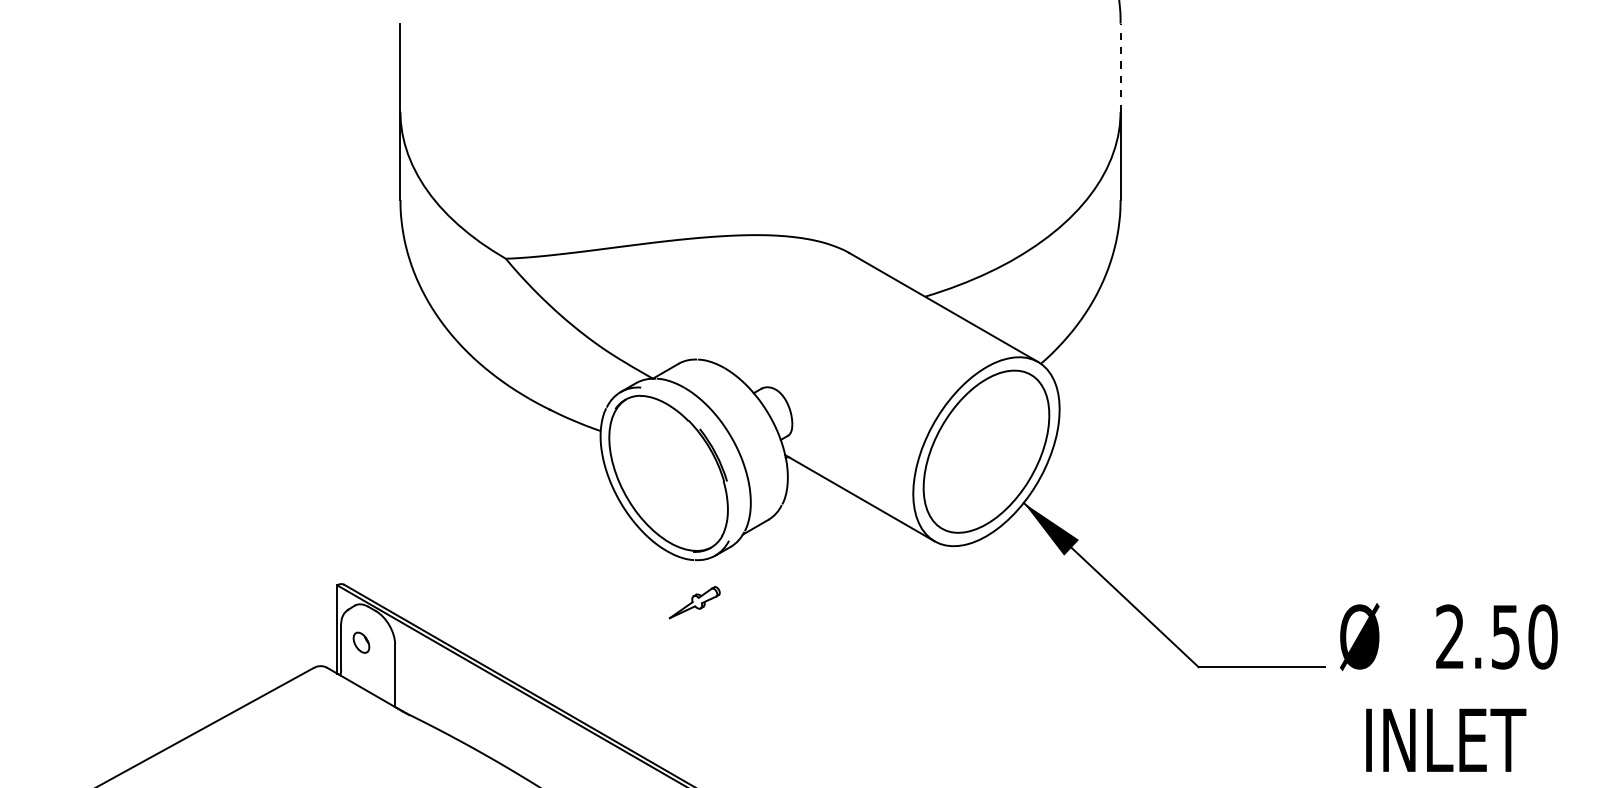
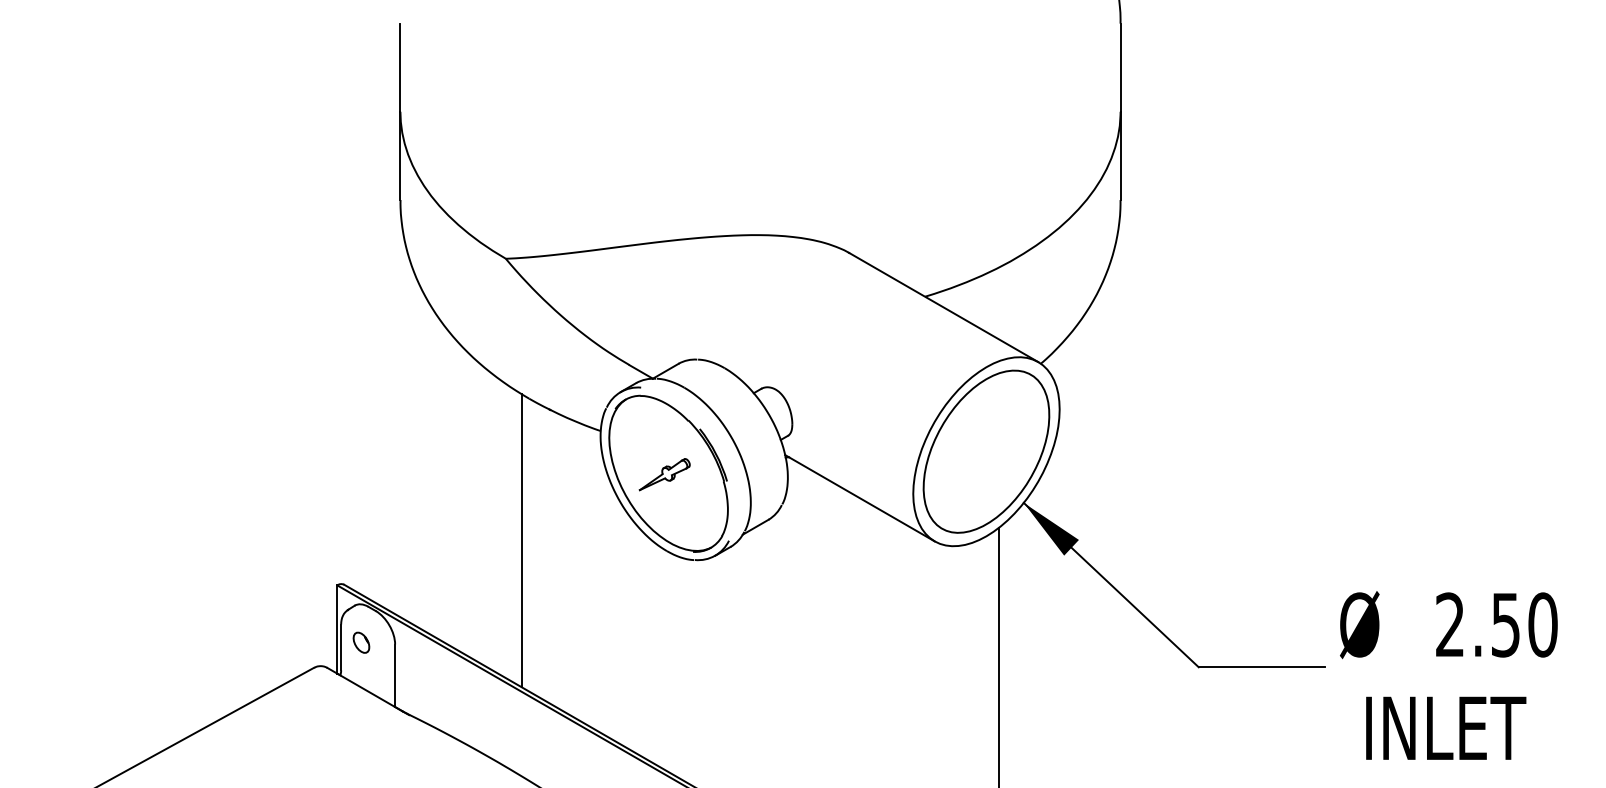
line at (1120, 67): dashed -> solid
line at (521, 540): none -> present
part at (694, 602) position: (694, 602) -> (664, 474)
line at (999, 655): none -> present
text at (1448, 687) position: (1448, 687) -> (1448, 675)
